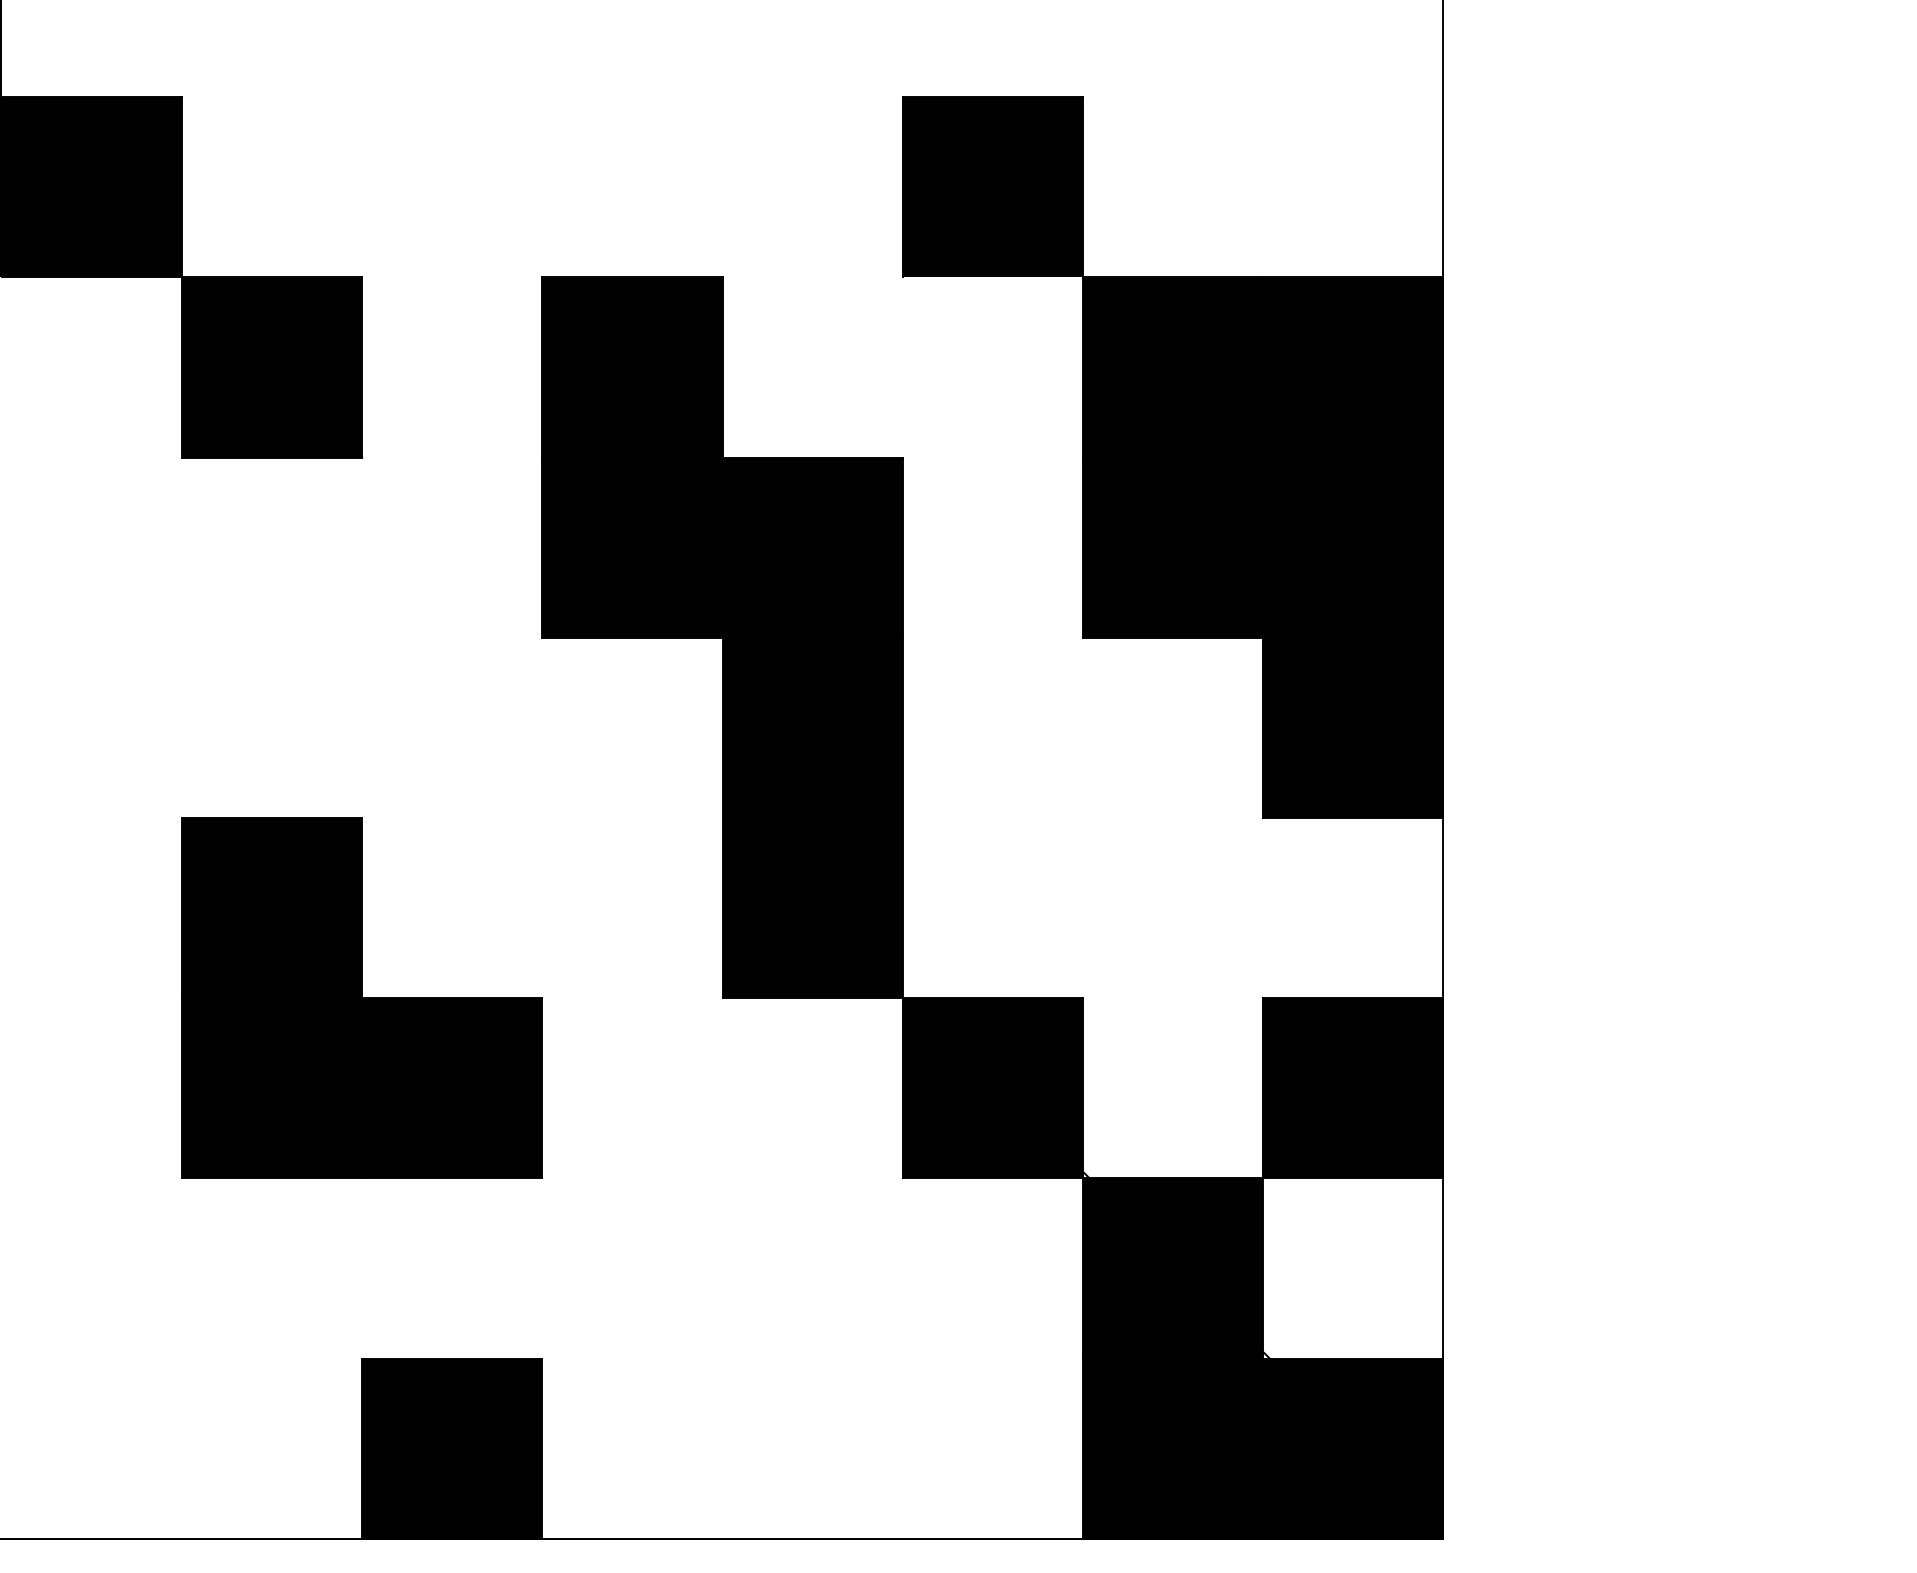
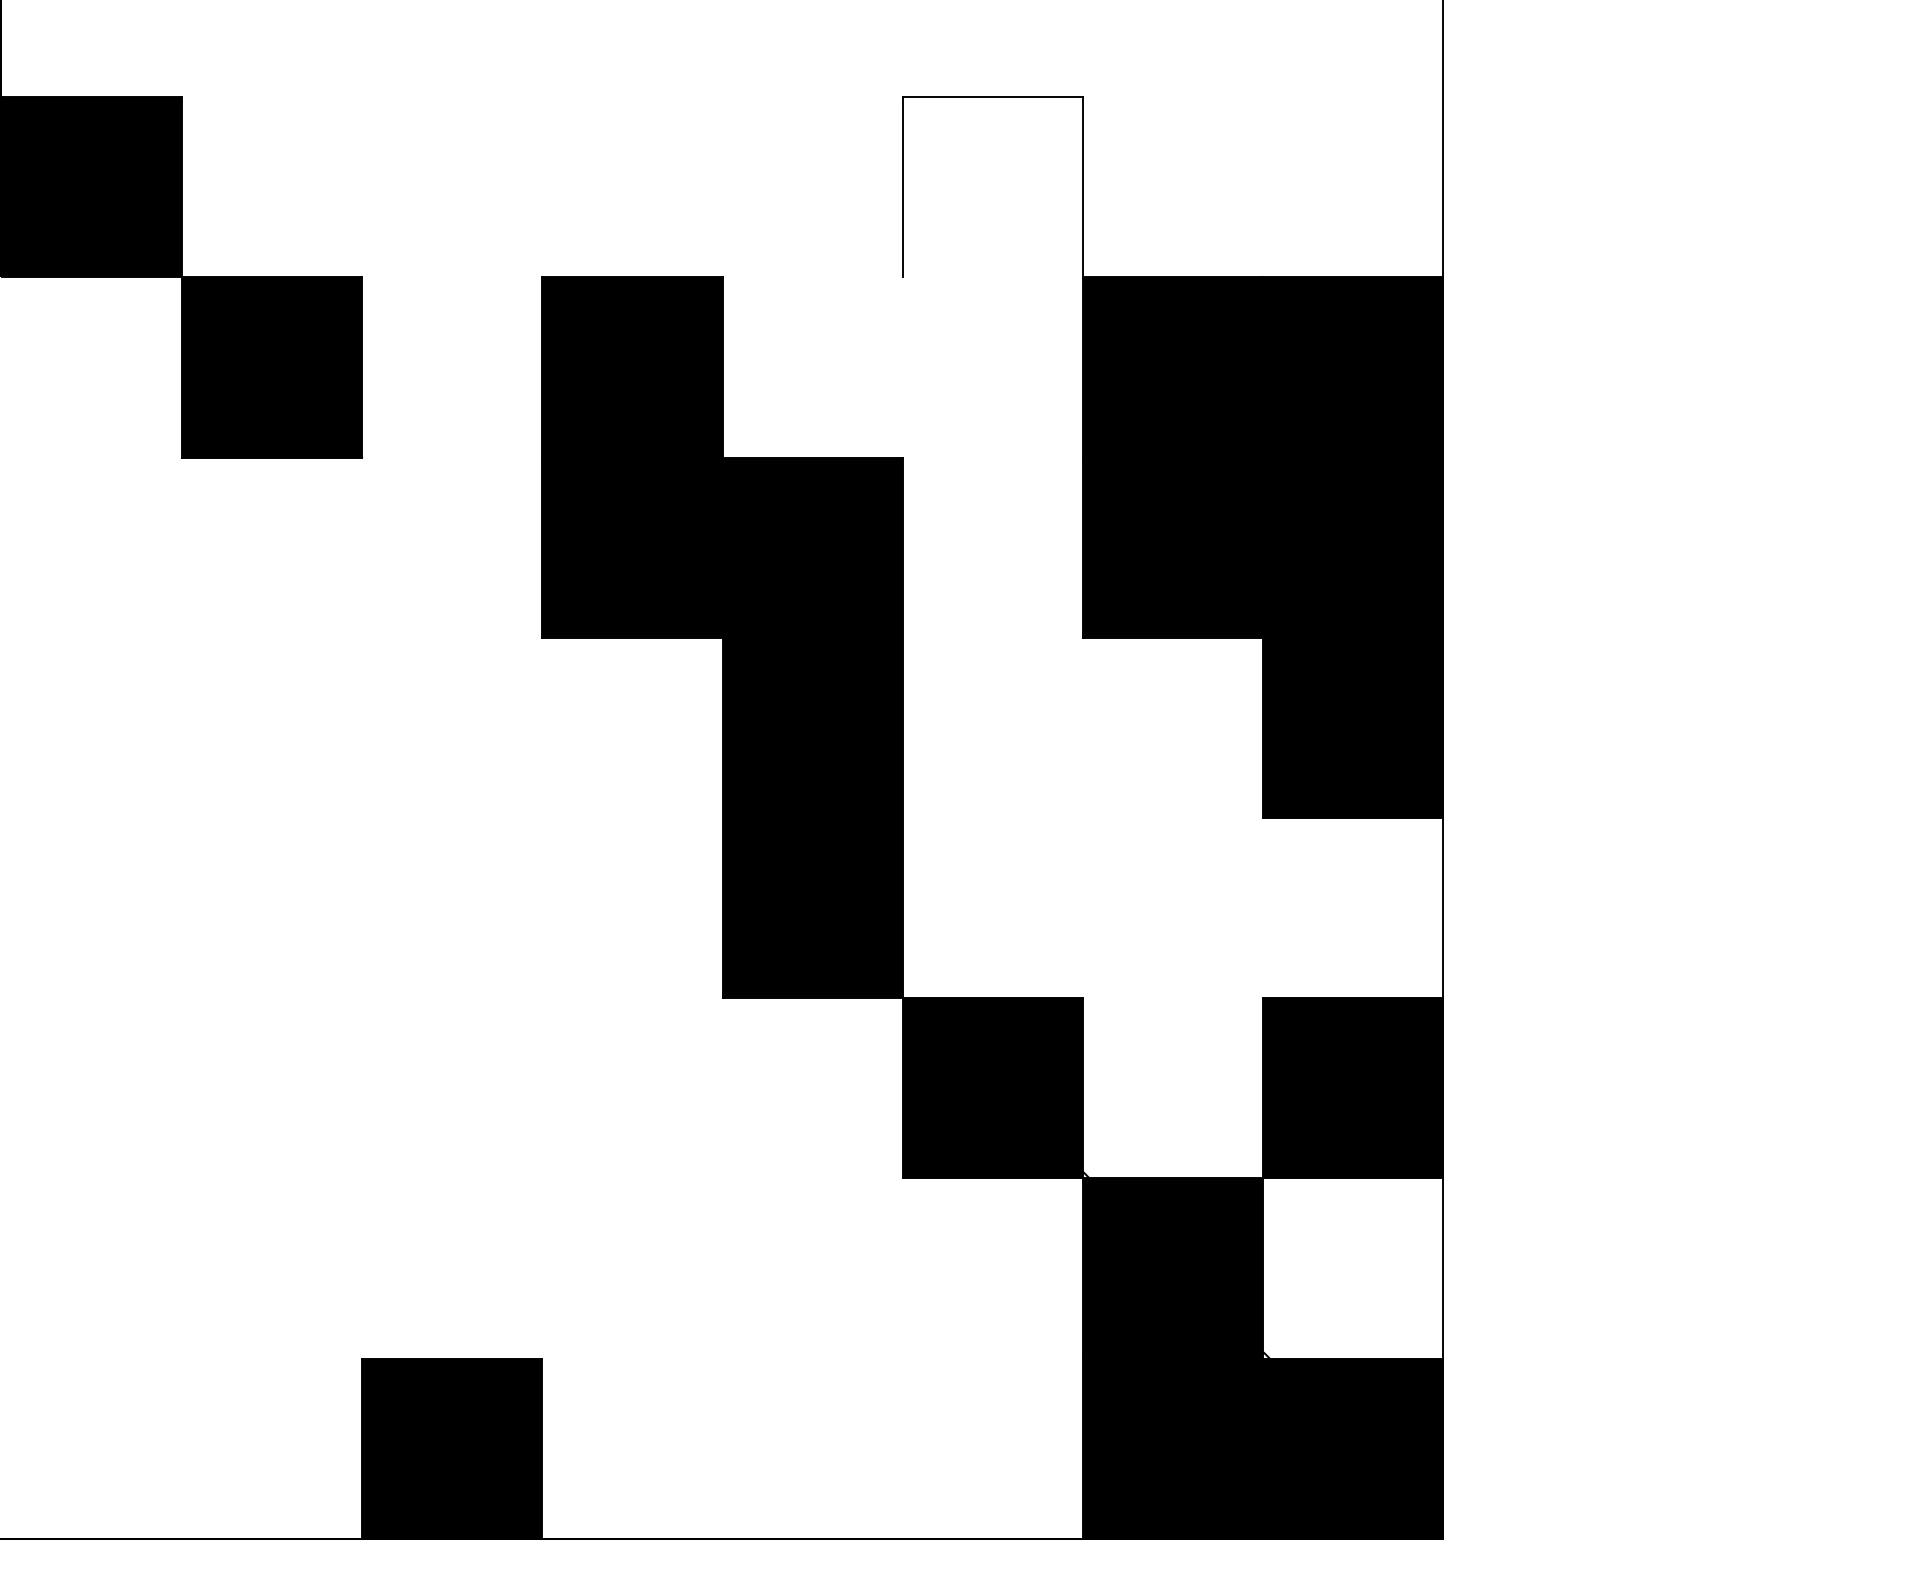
fill at (992, 187): present -> none
part at (361, 997): present -> none
